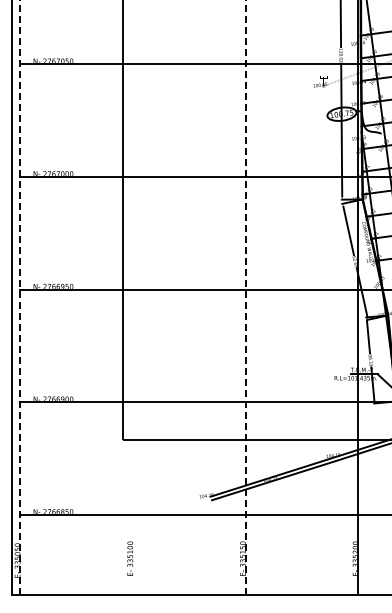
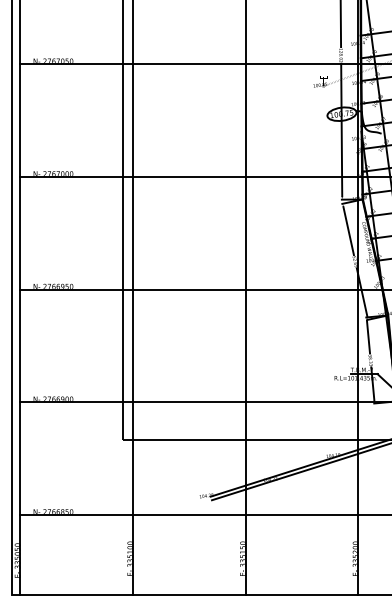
line at (20, 297): dashed -> solid
line at (245, 297): dashed -> solid
line at (133, 298): none -> present
